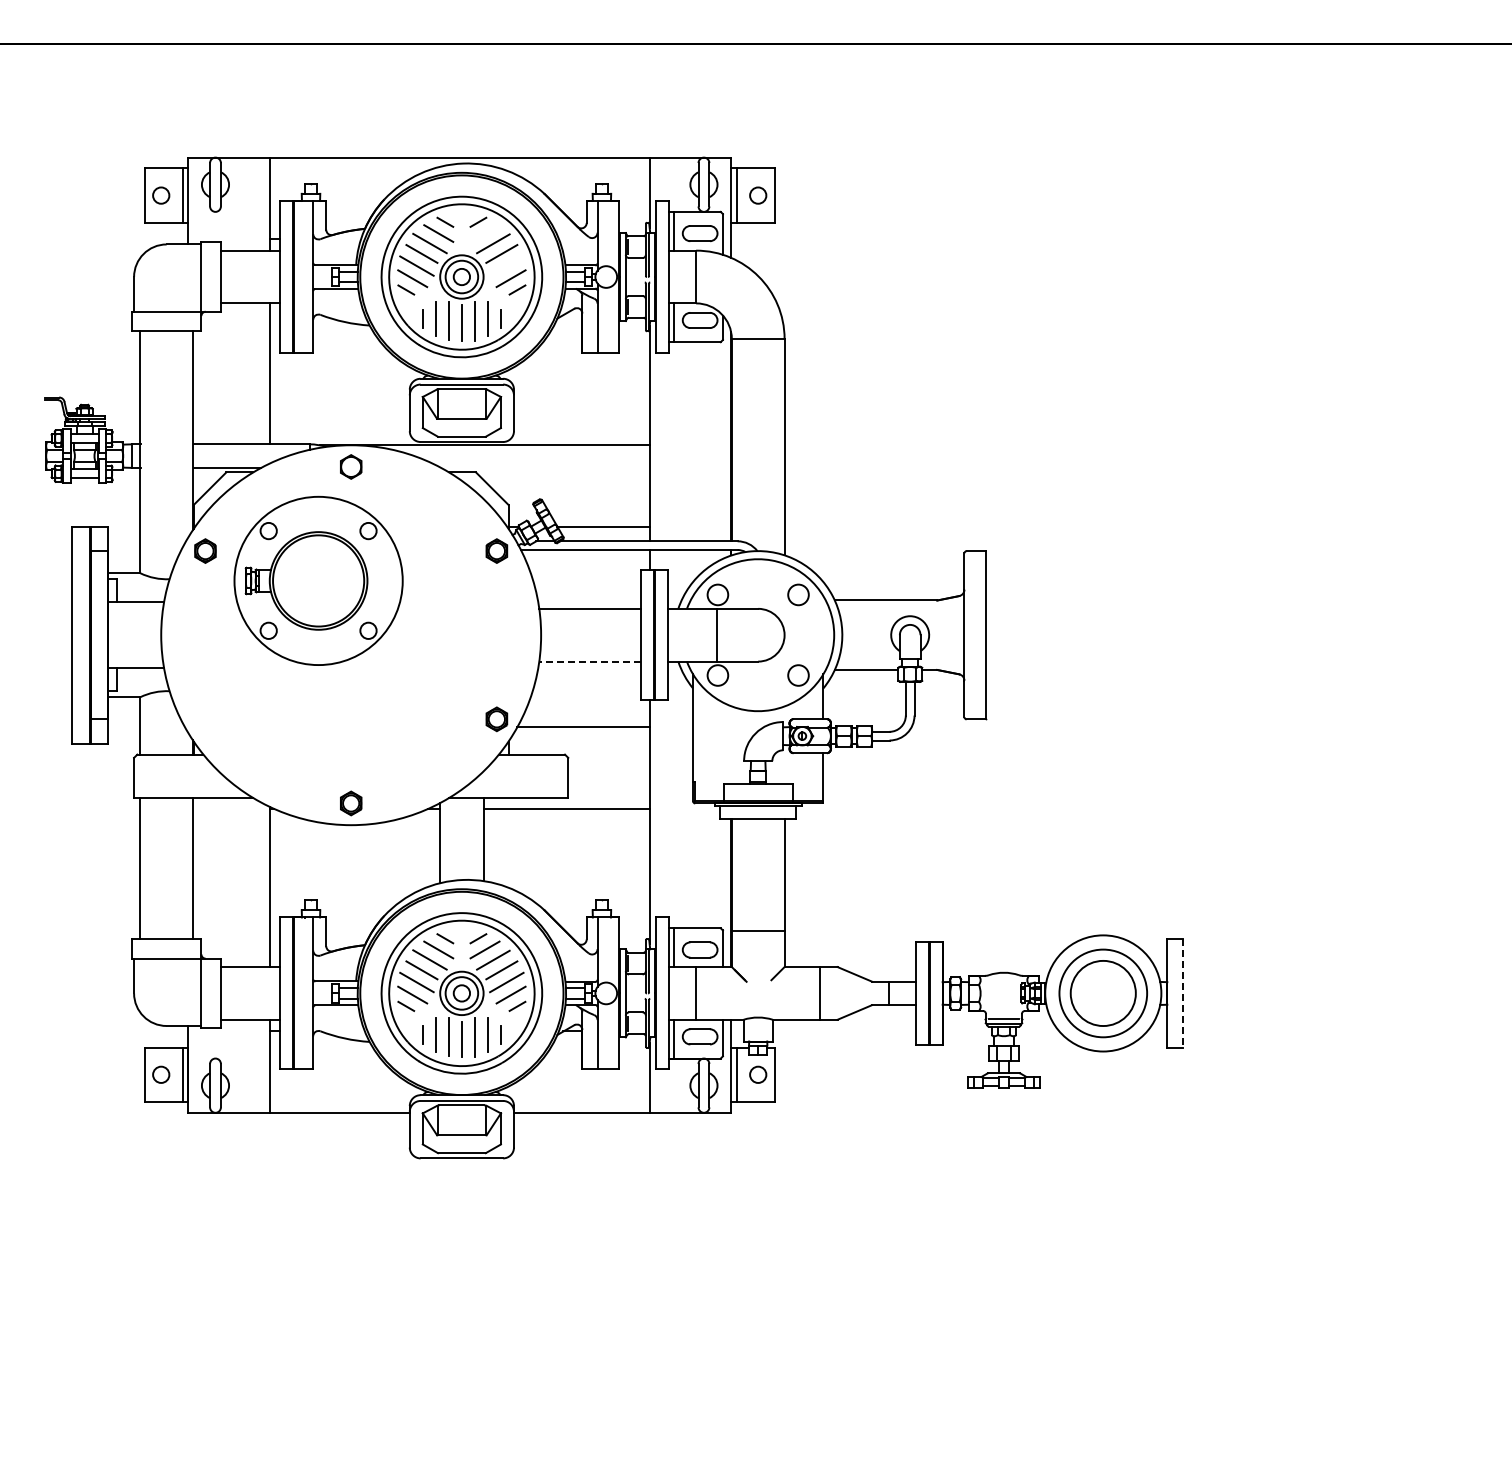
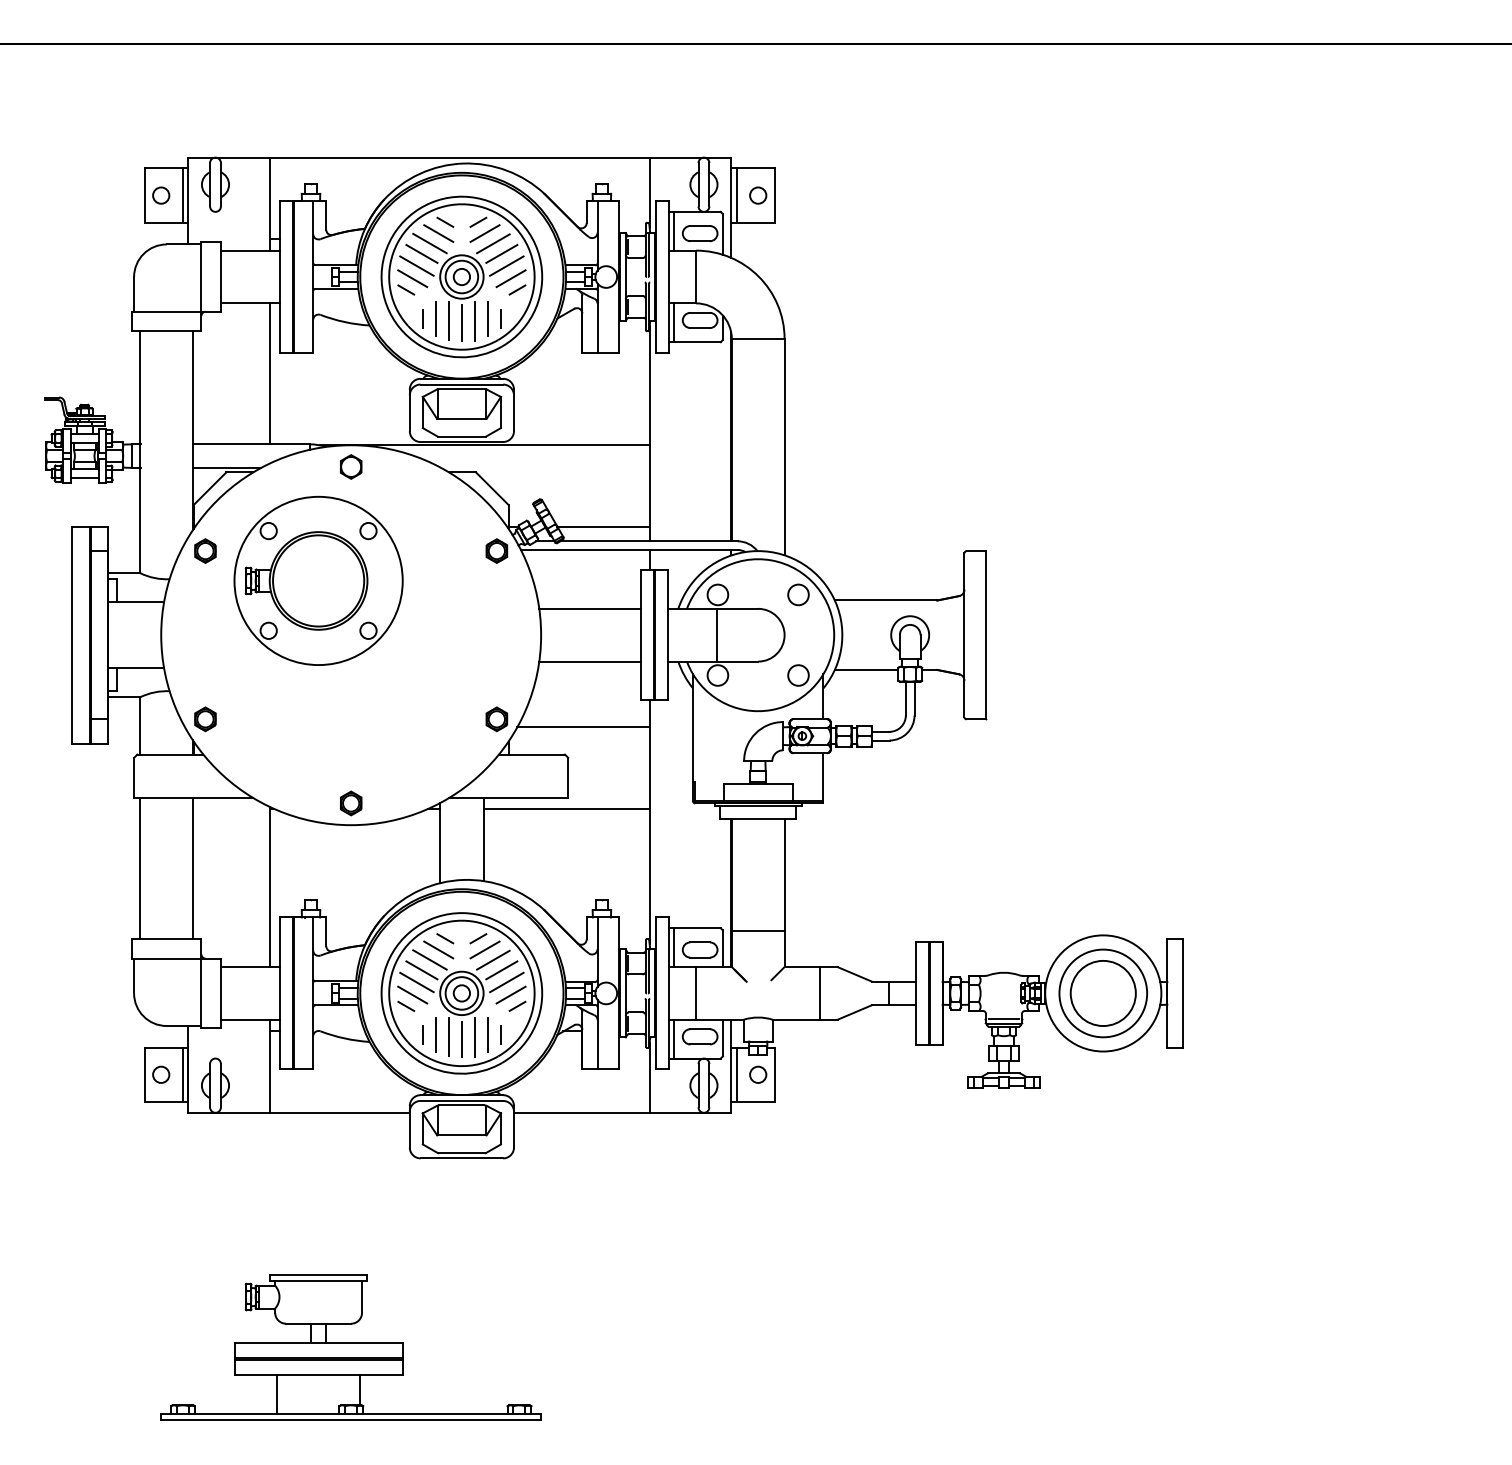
line at (484, 233): none -> present
line at (506, 265): none -> present
line at (590, 661): dashed -> solid
part at (205, 719): none -> present
line at (1182, 993): dashed -> solid
part at (350, 1347): none -> present
